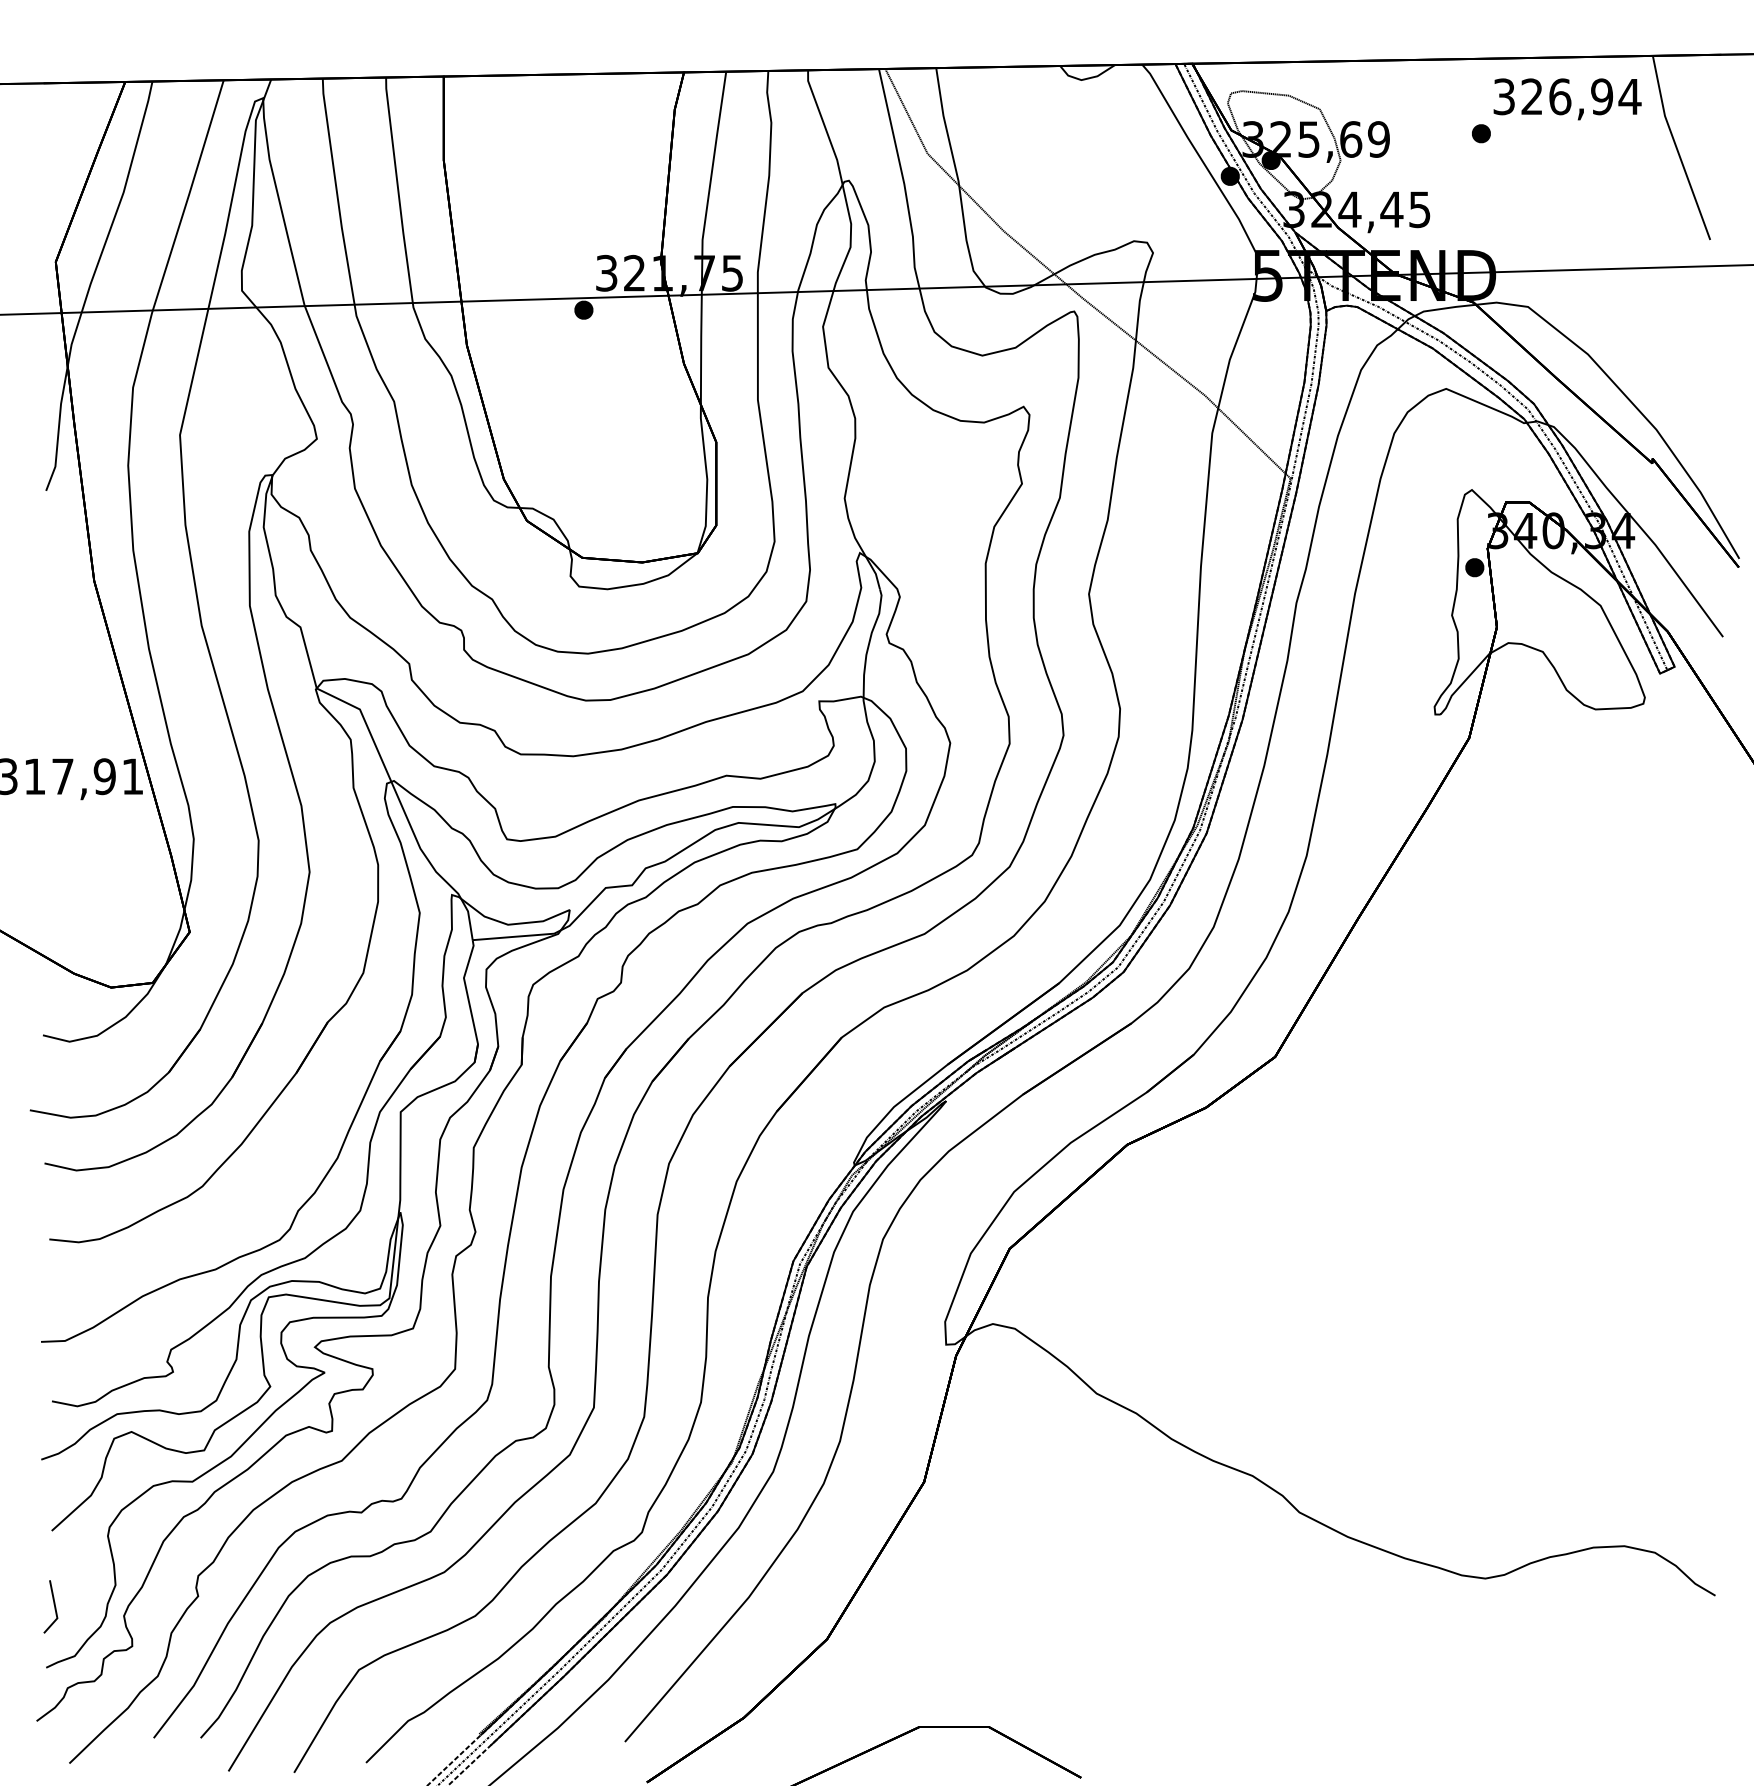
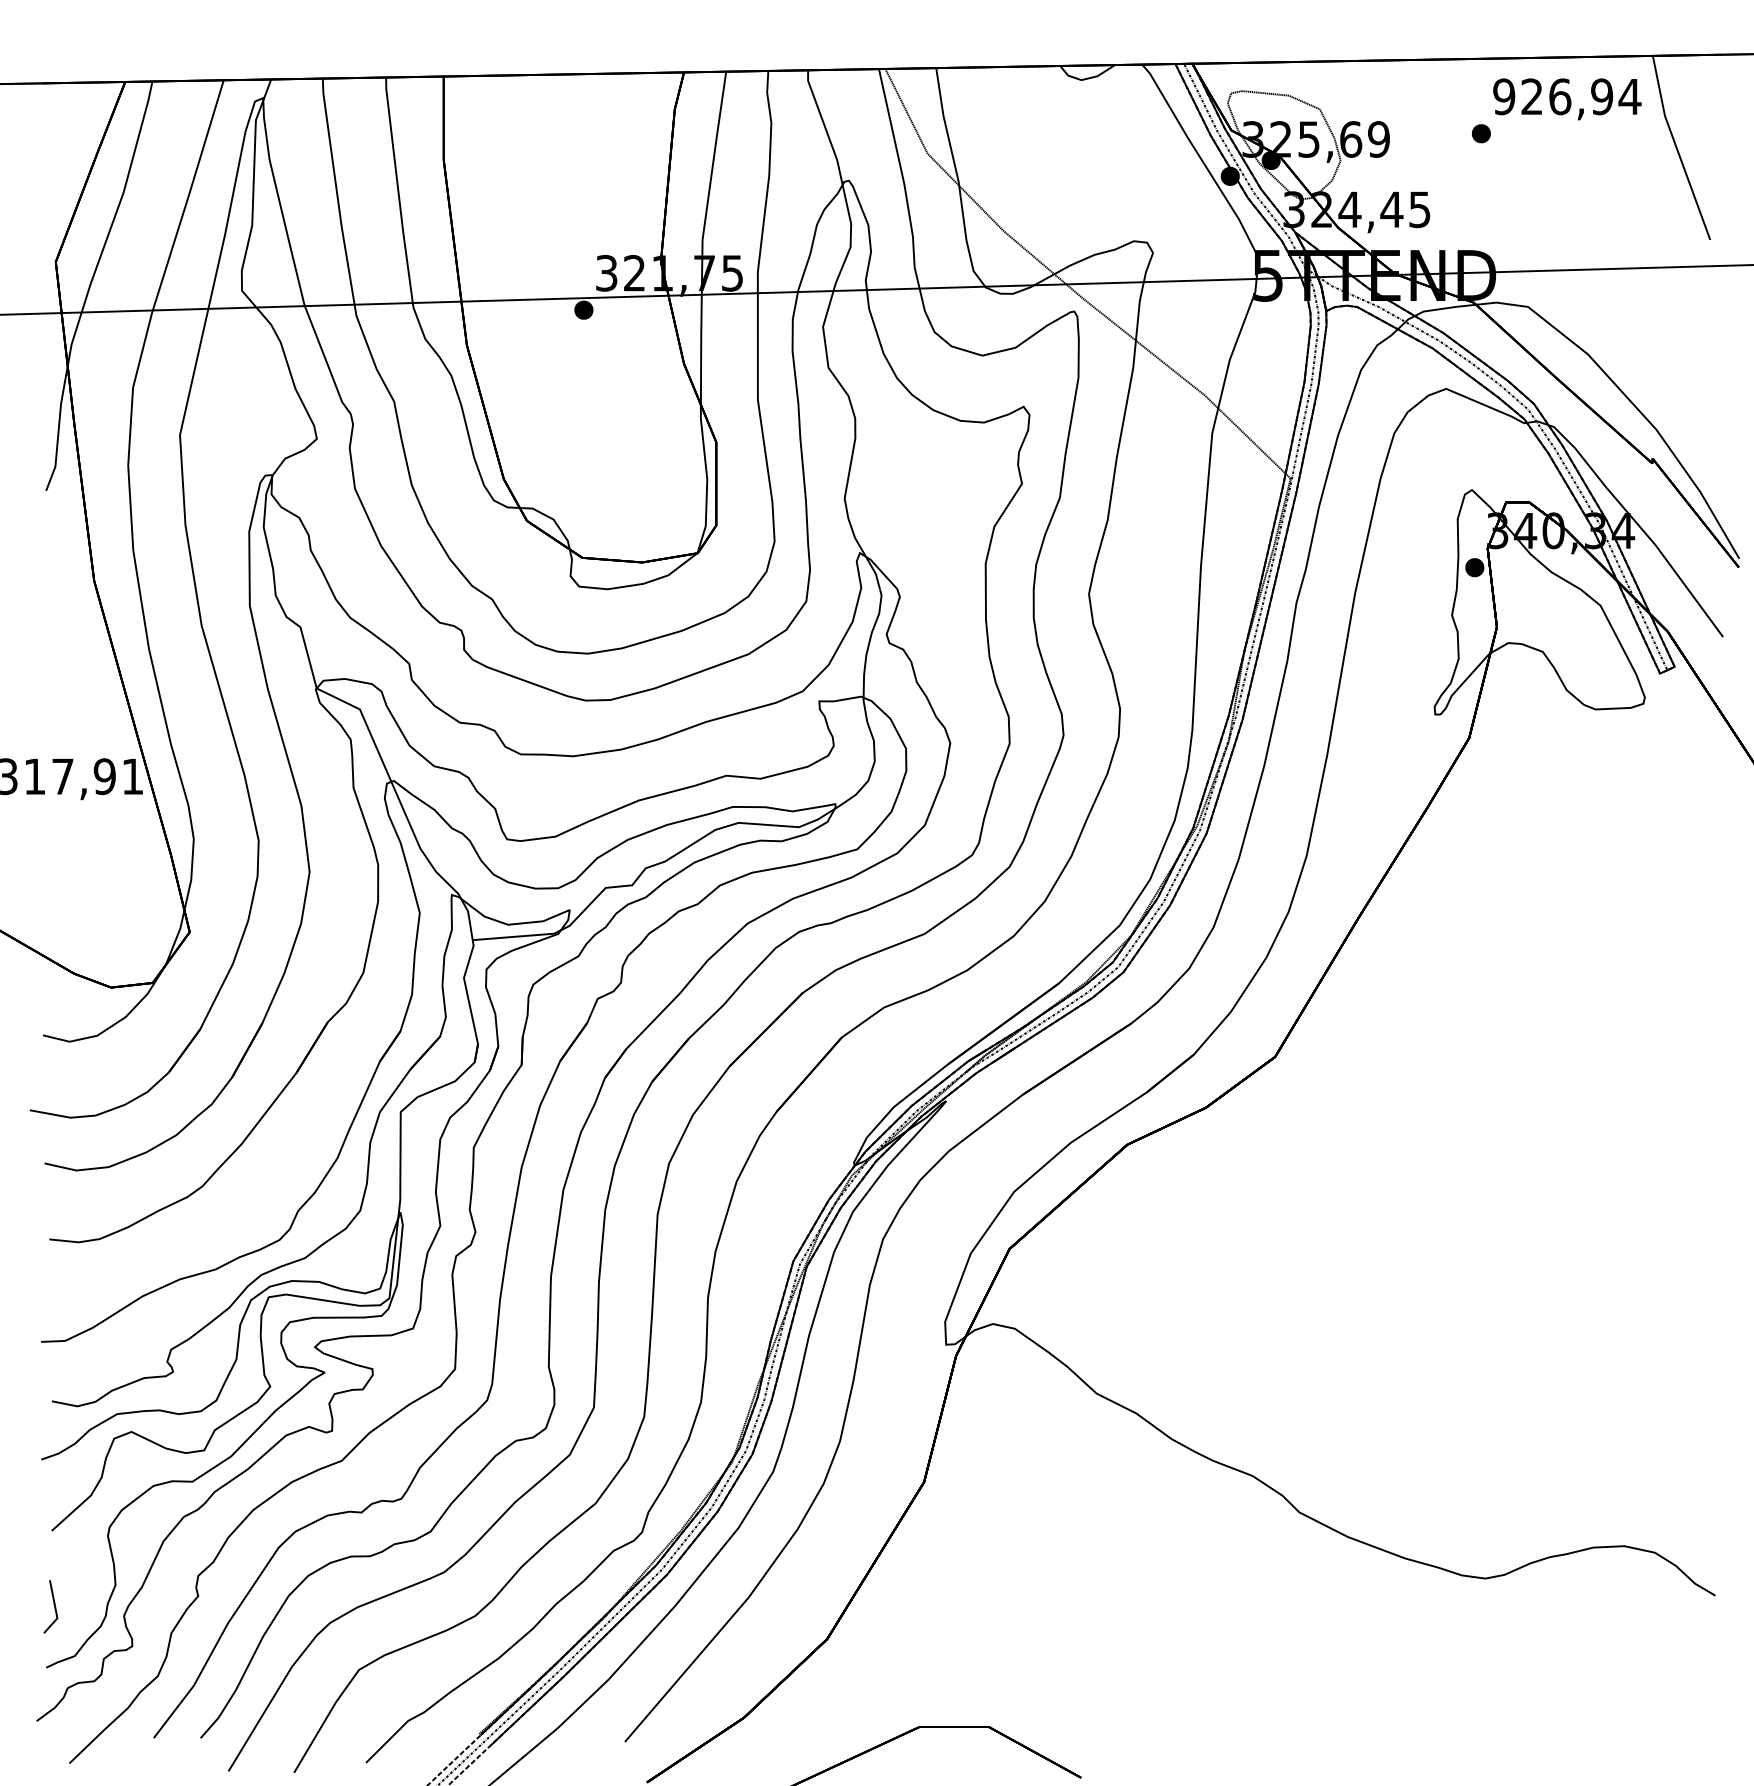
text at (1504, 96): 326,94 -> 926,94
